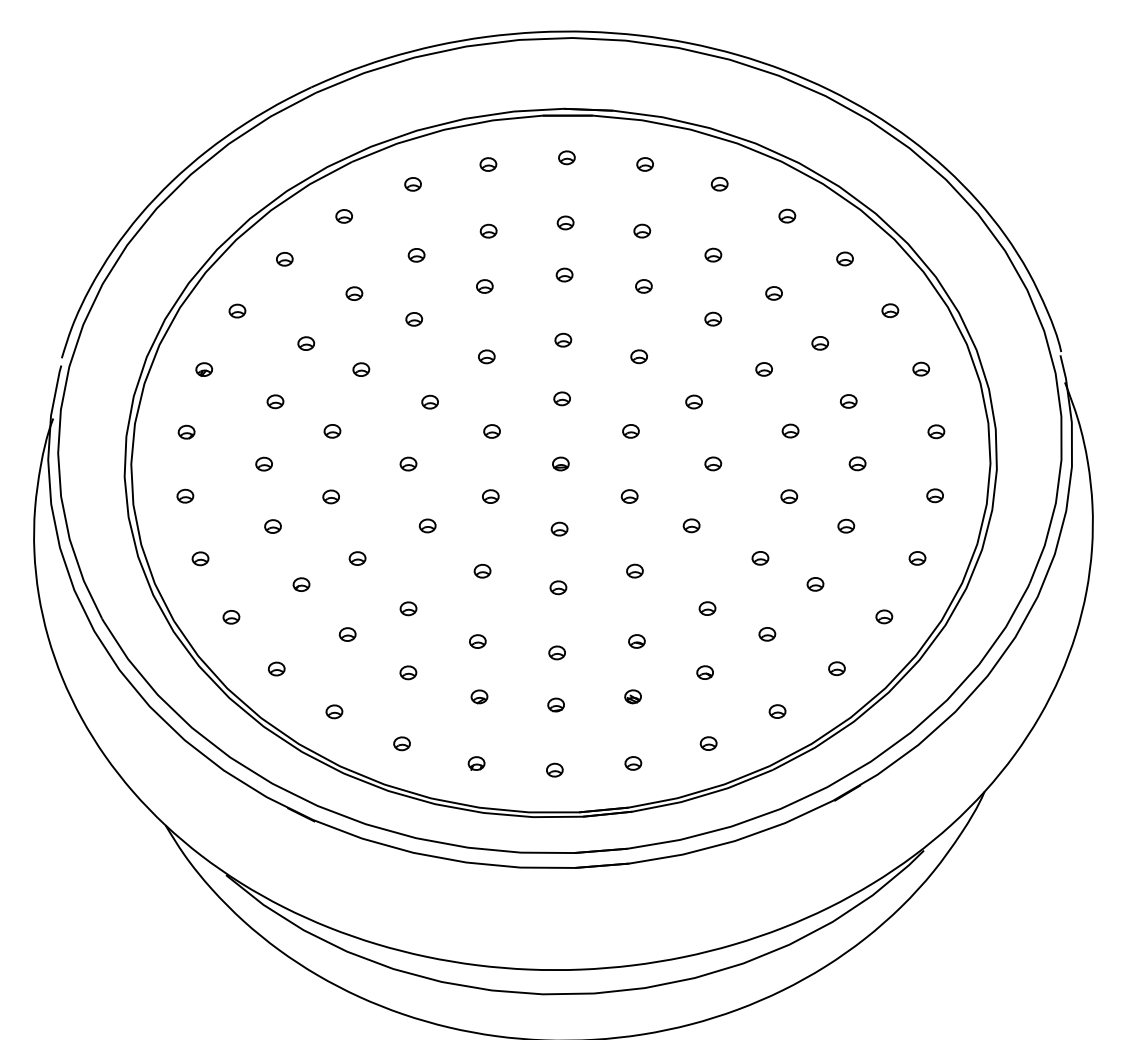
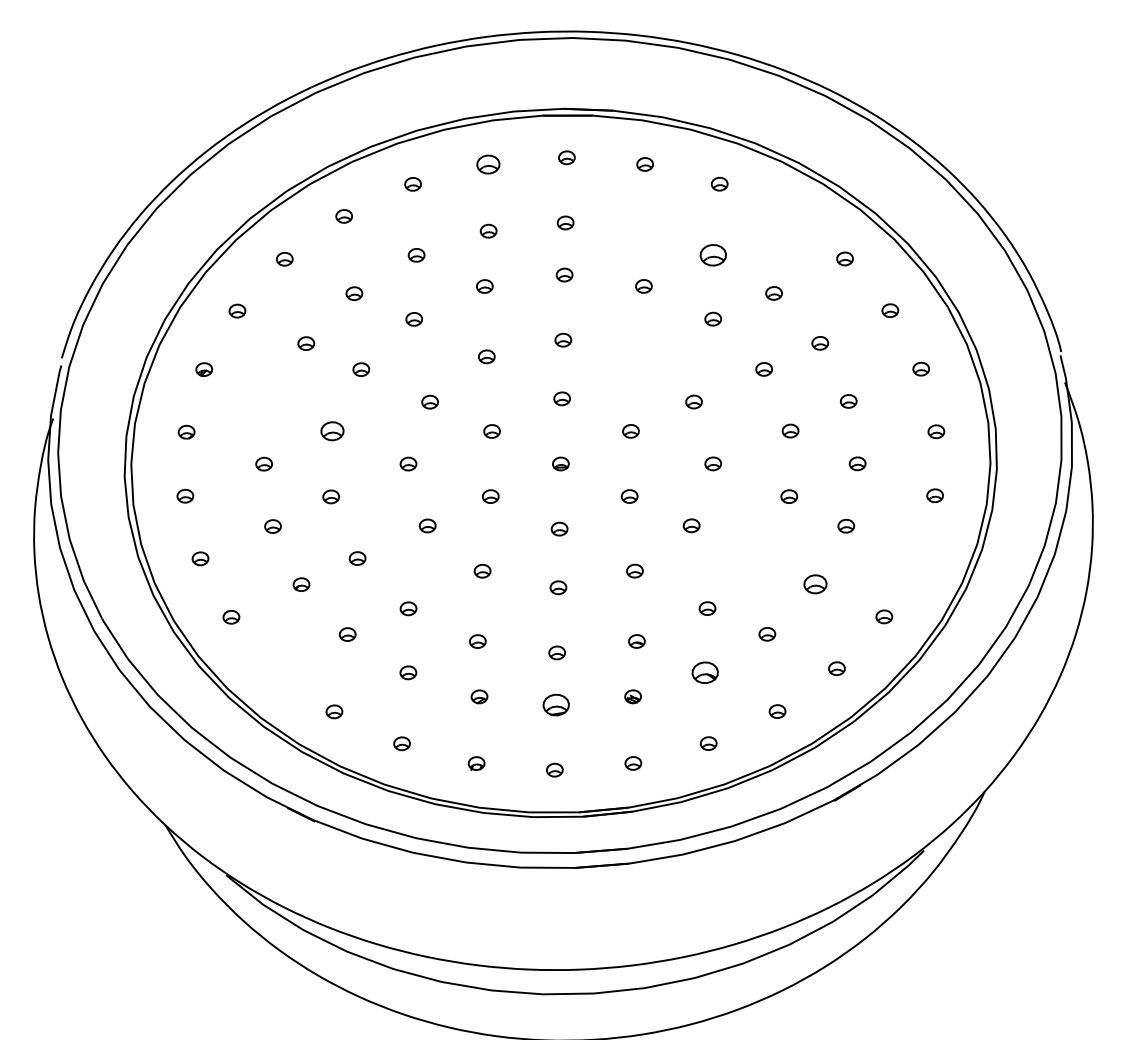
part at (488, 164) size: 19x15 px -> 25x21 px
part at (787, 215): present -> none
part at (642, 230): present -> none
part at (713, 254) size: 19x16 px -> 28x23 px
part at (638, 356): present -> none
part at (275, 401): present -> none
part at (332, 431) size: 19x15 px -> 25x21 px
part at (760, 558): present -> none
part at (917, 558): present -> none
part at (815, 584) size: 19x15 px -> 25x21 px
part at (276, 668): present -> none
part at (704, 672) size: 18x15 px -> 28x23 px
part at (555, 704) size: 18x16 px -> 28x24 px
